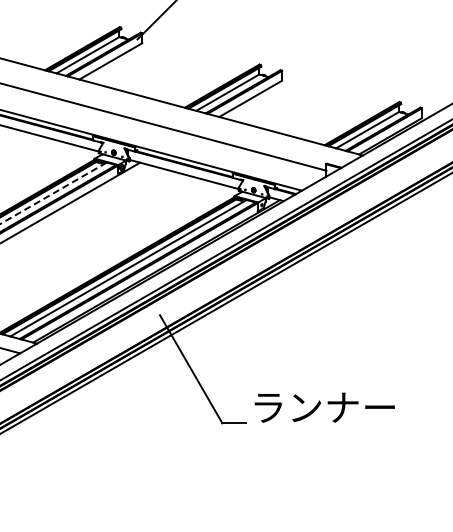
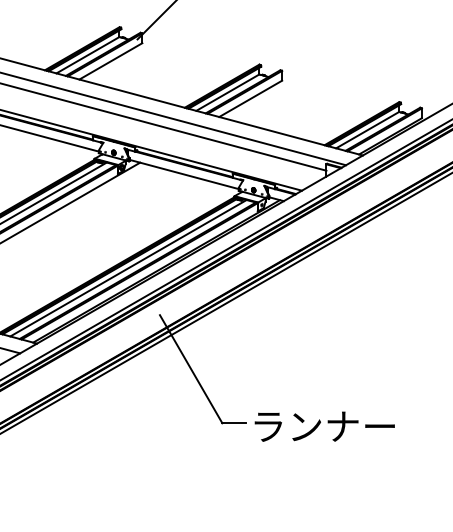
line at (174, 119): none -> present
line at (53, 193): dashed -> solid
text at (324, 407) position: (324, 407) -> (324, 426)
